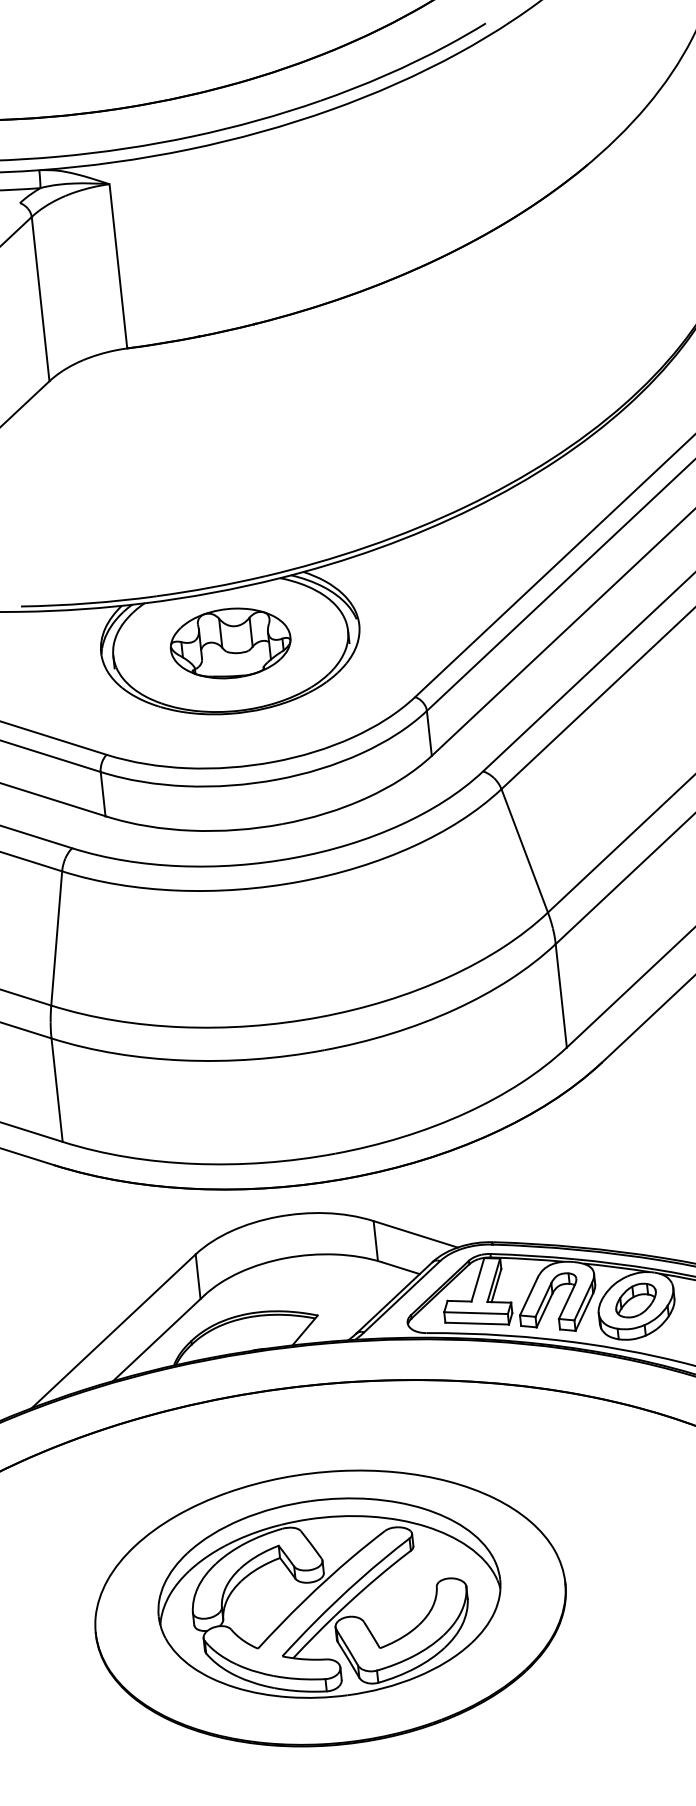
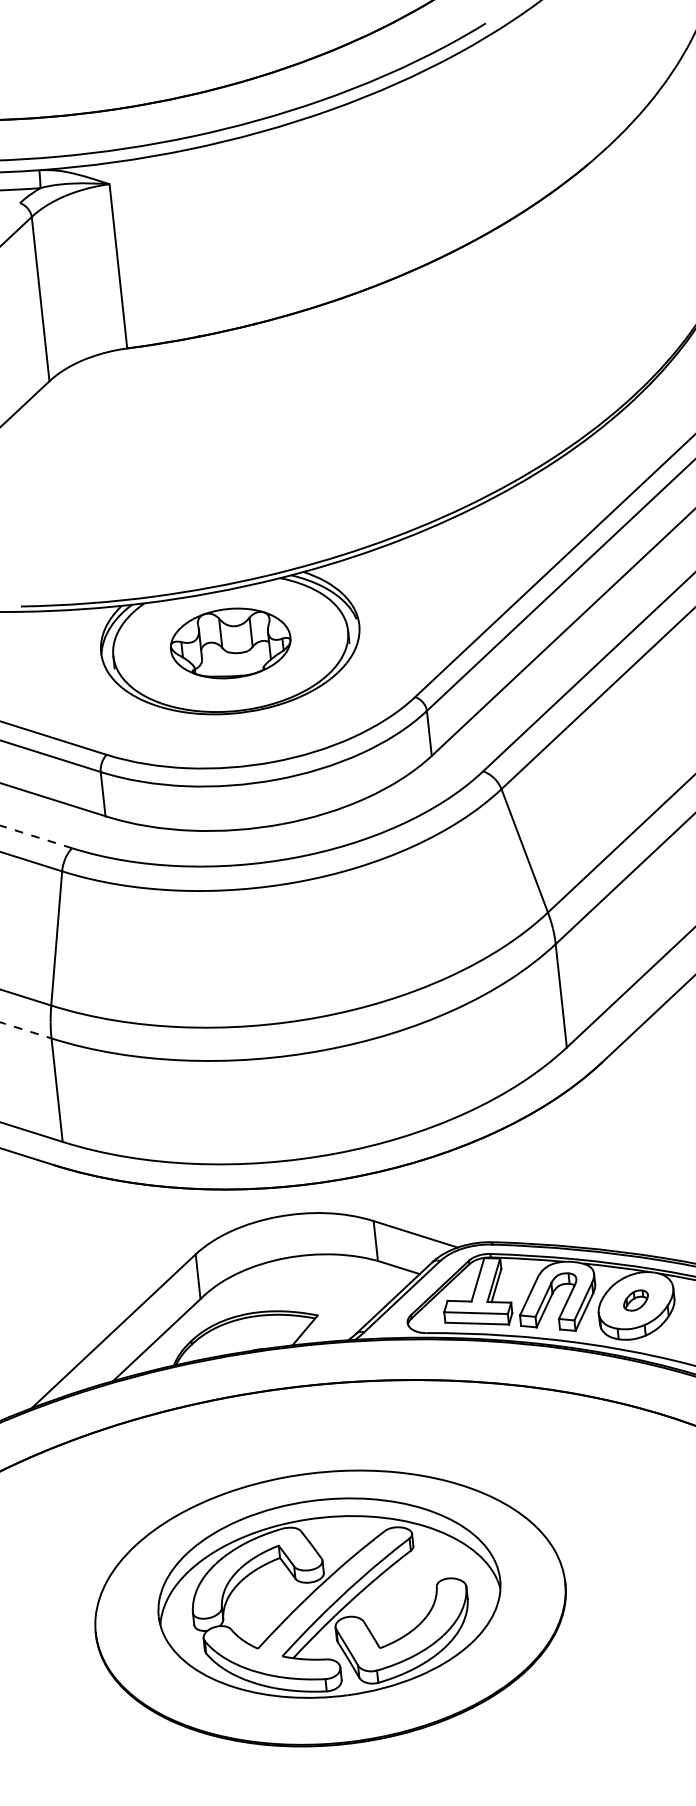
line at (36, 836): solid -> dashed
line at (25, 1030): solid -> dashed
part at (635, 1300) size: 42x37 px -> 26x23 px
